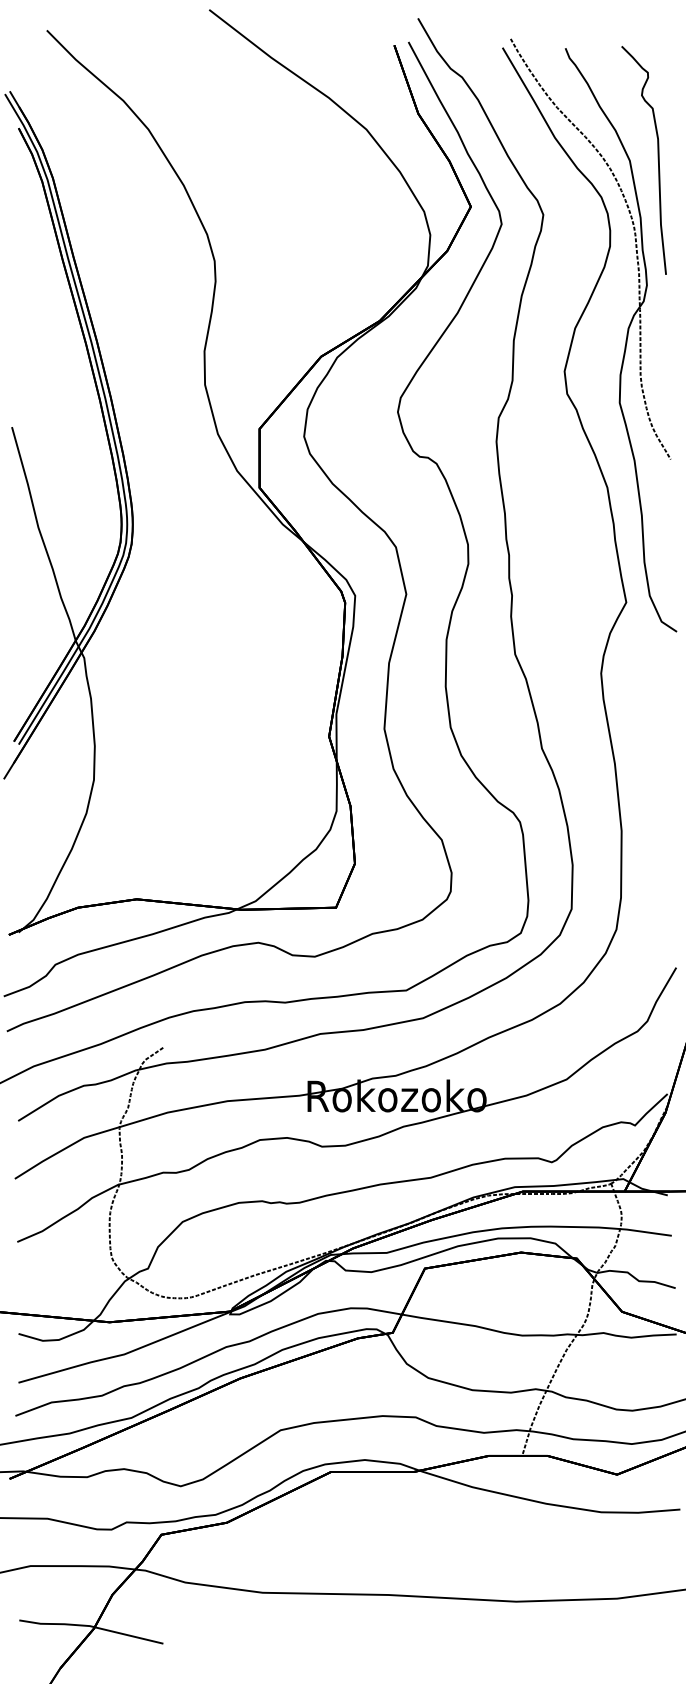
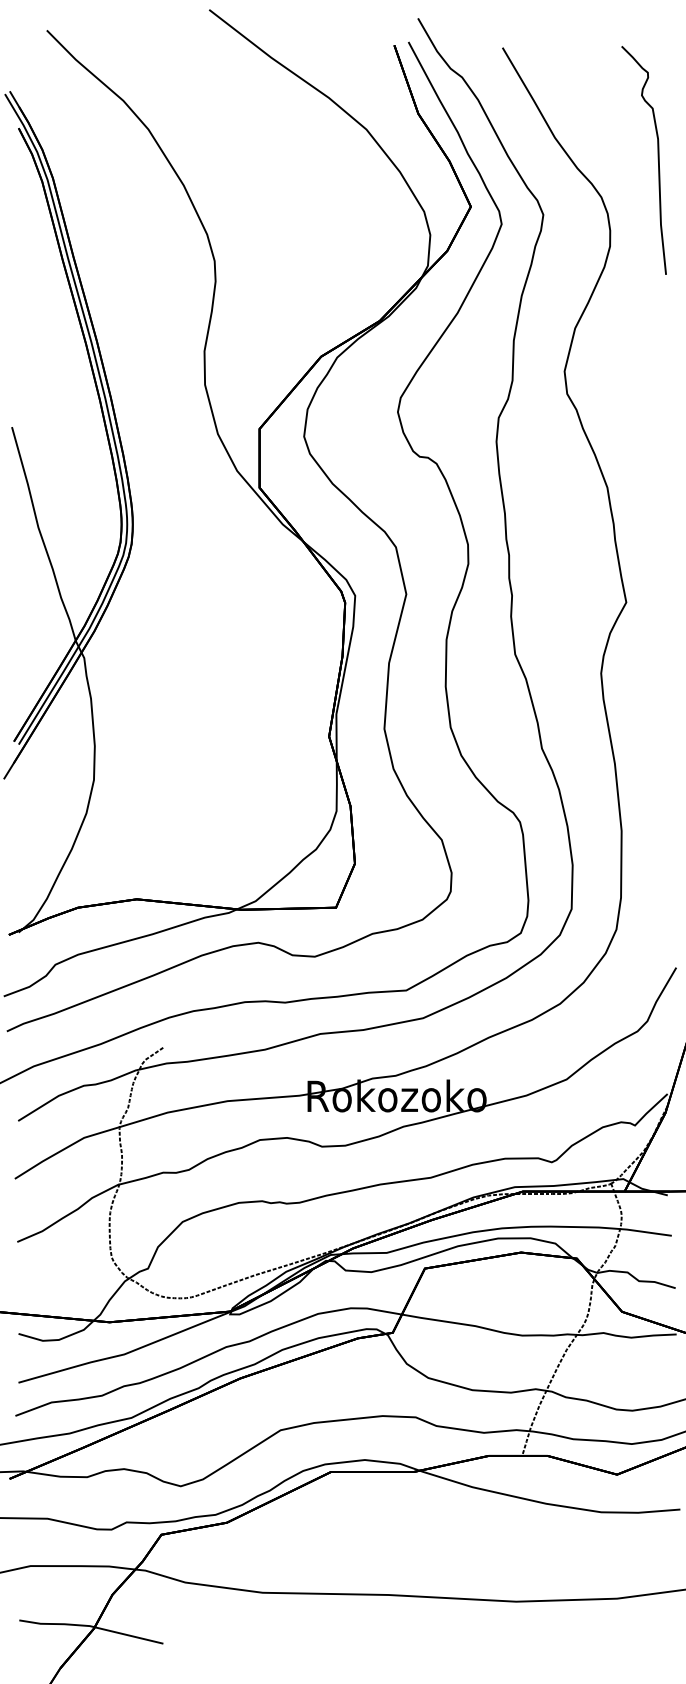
part at (625, 340): present -> none
